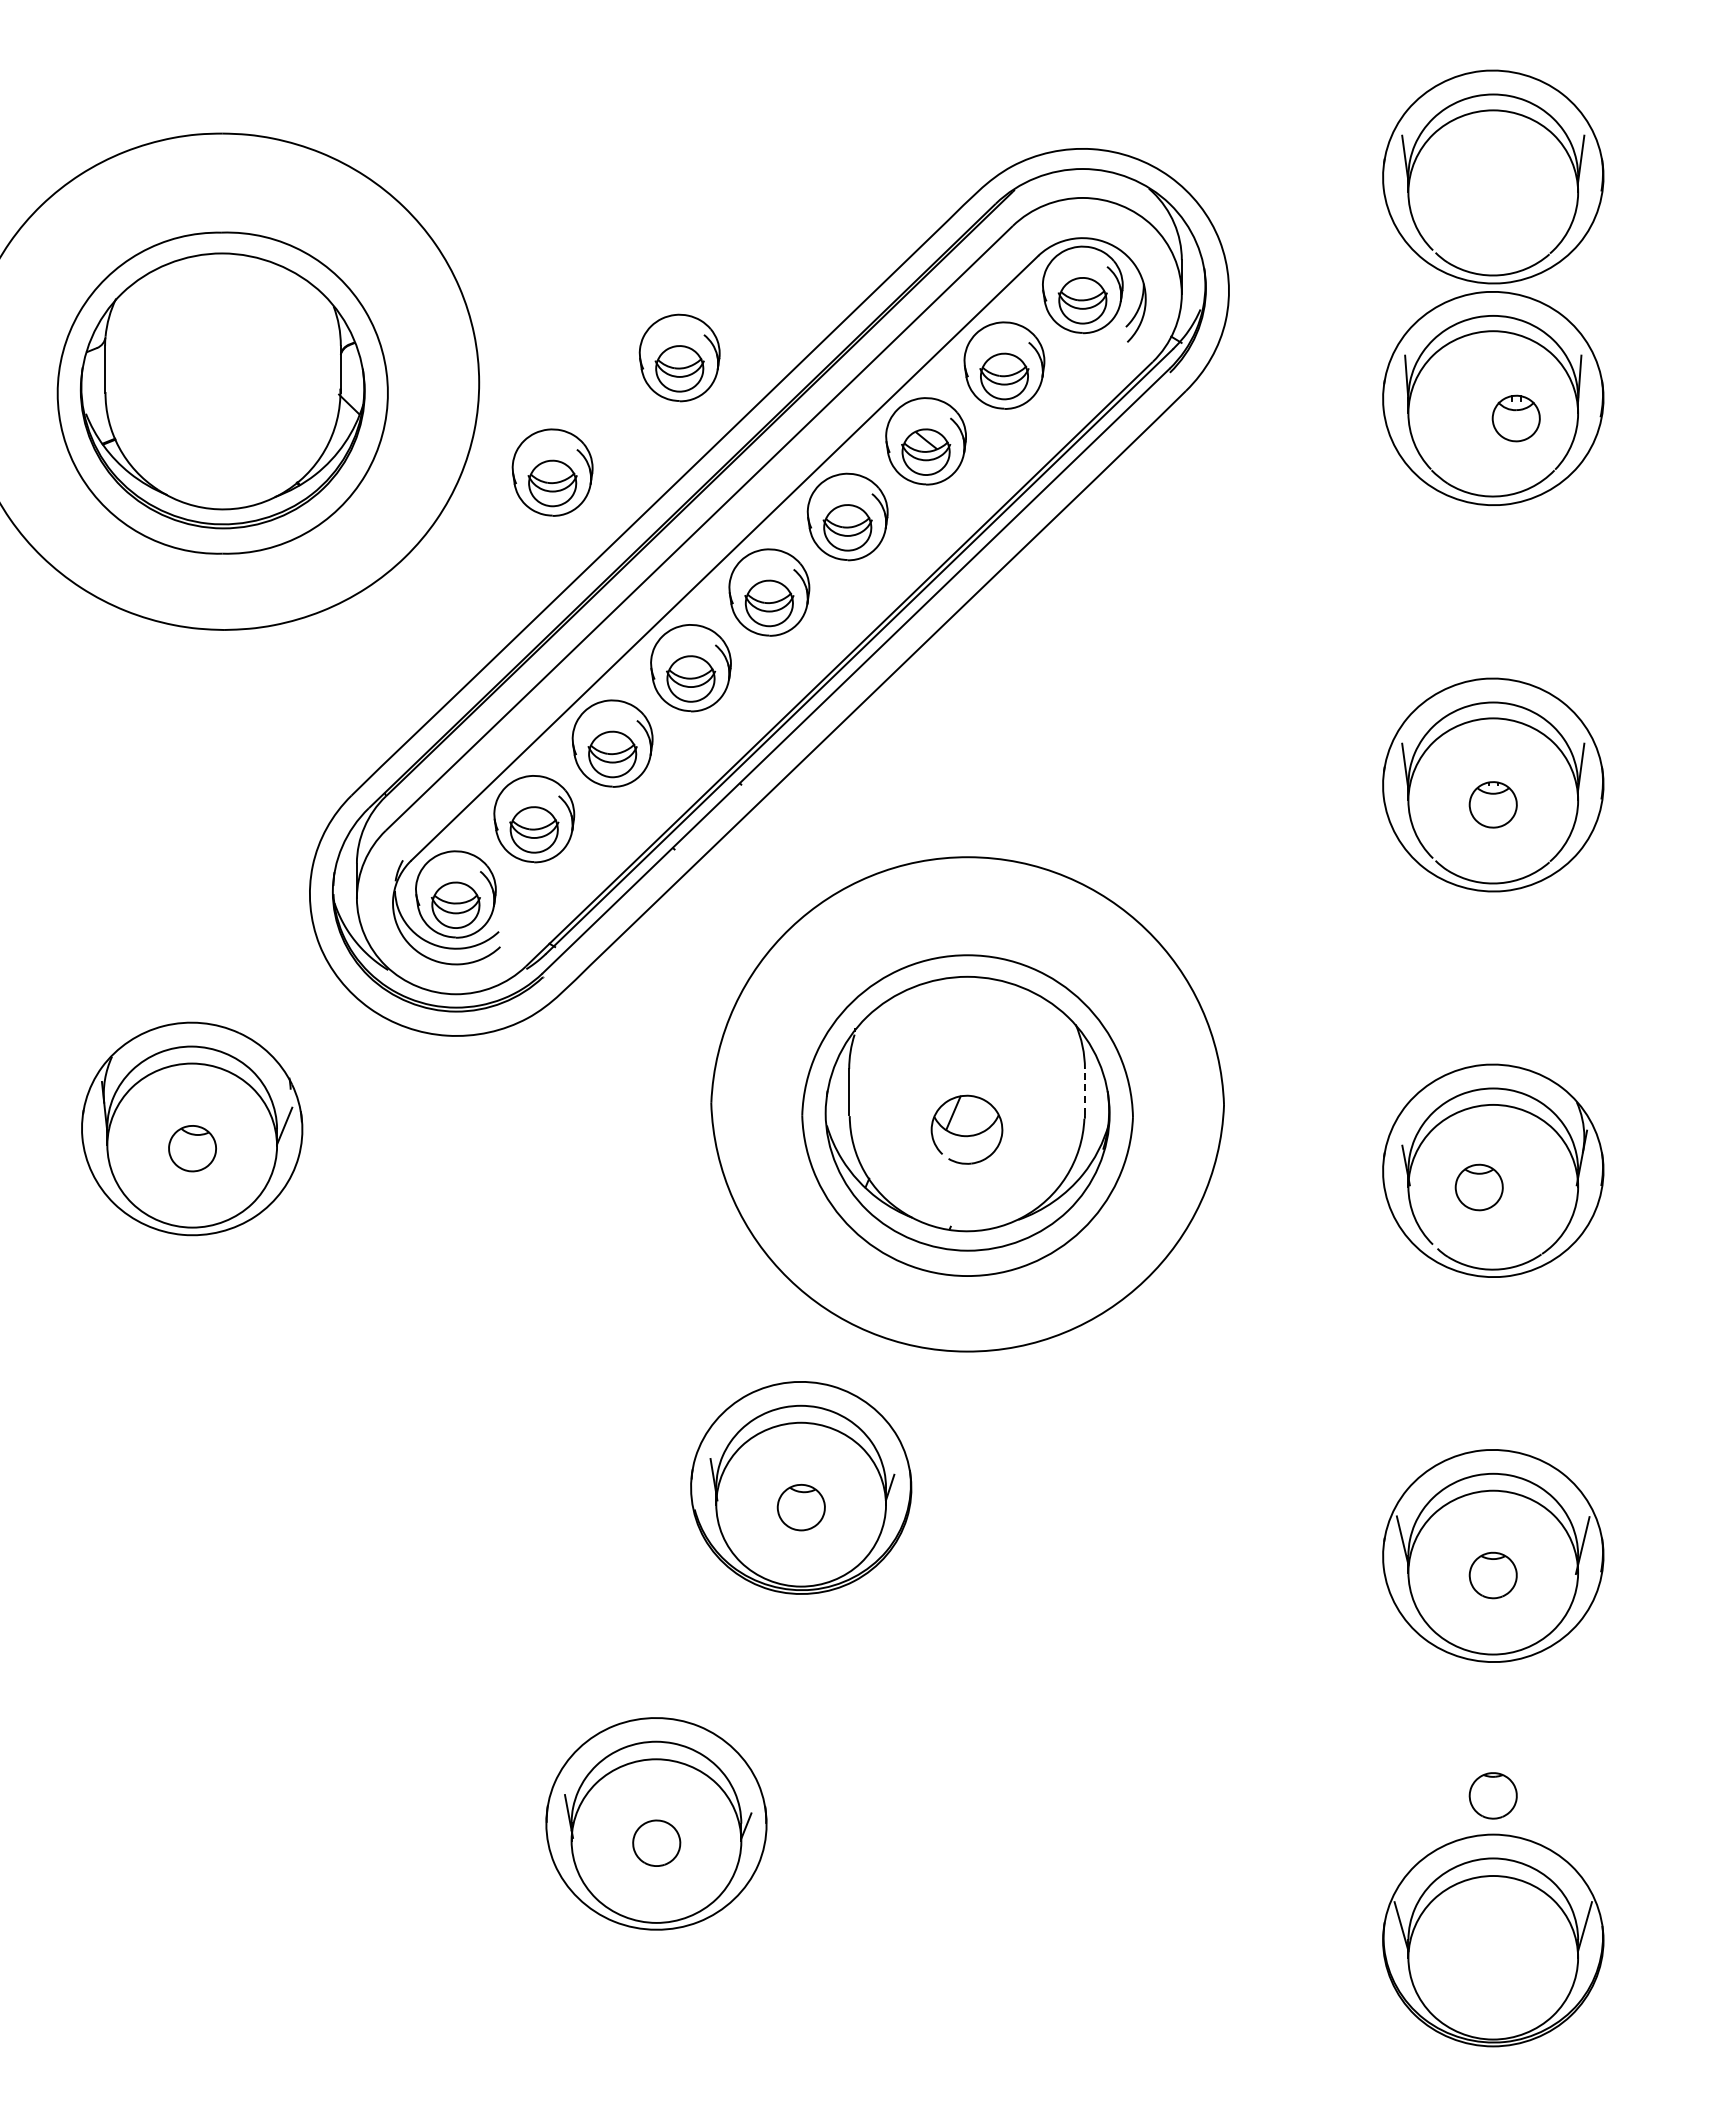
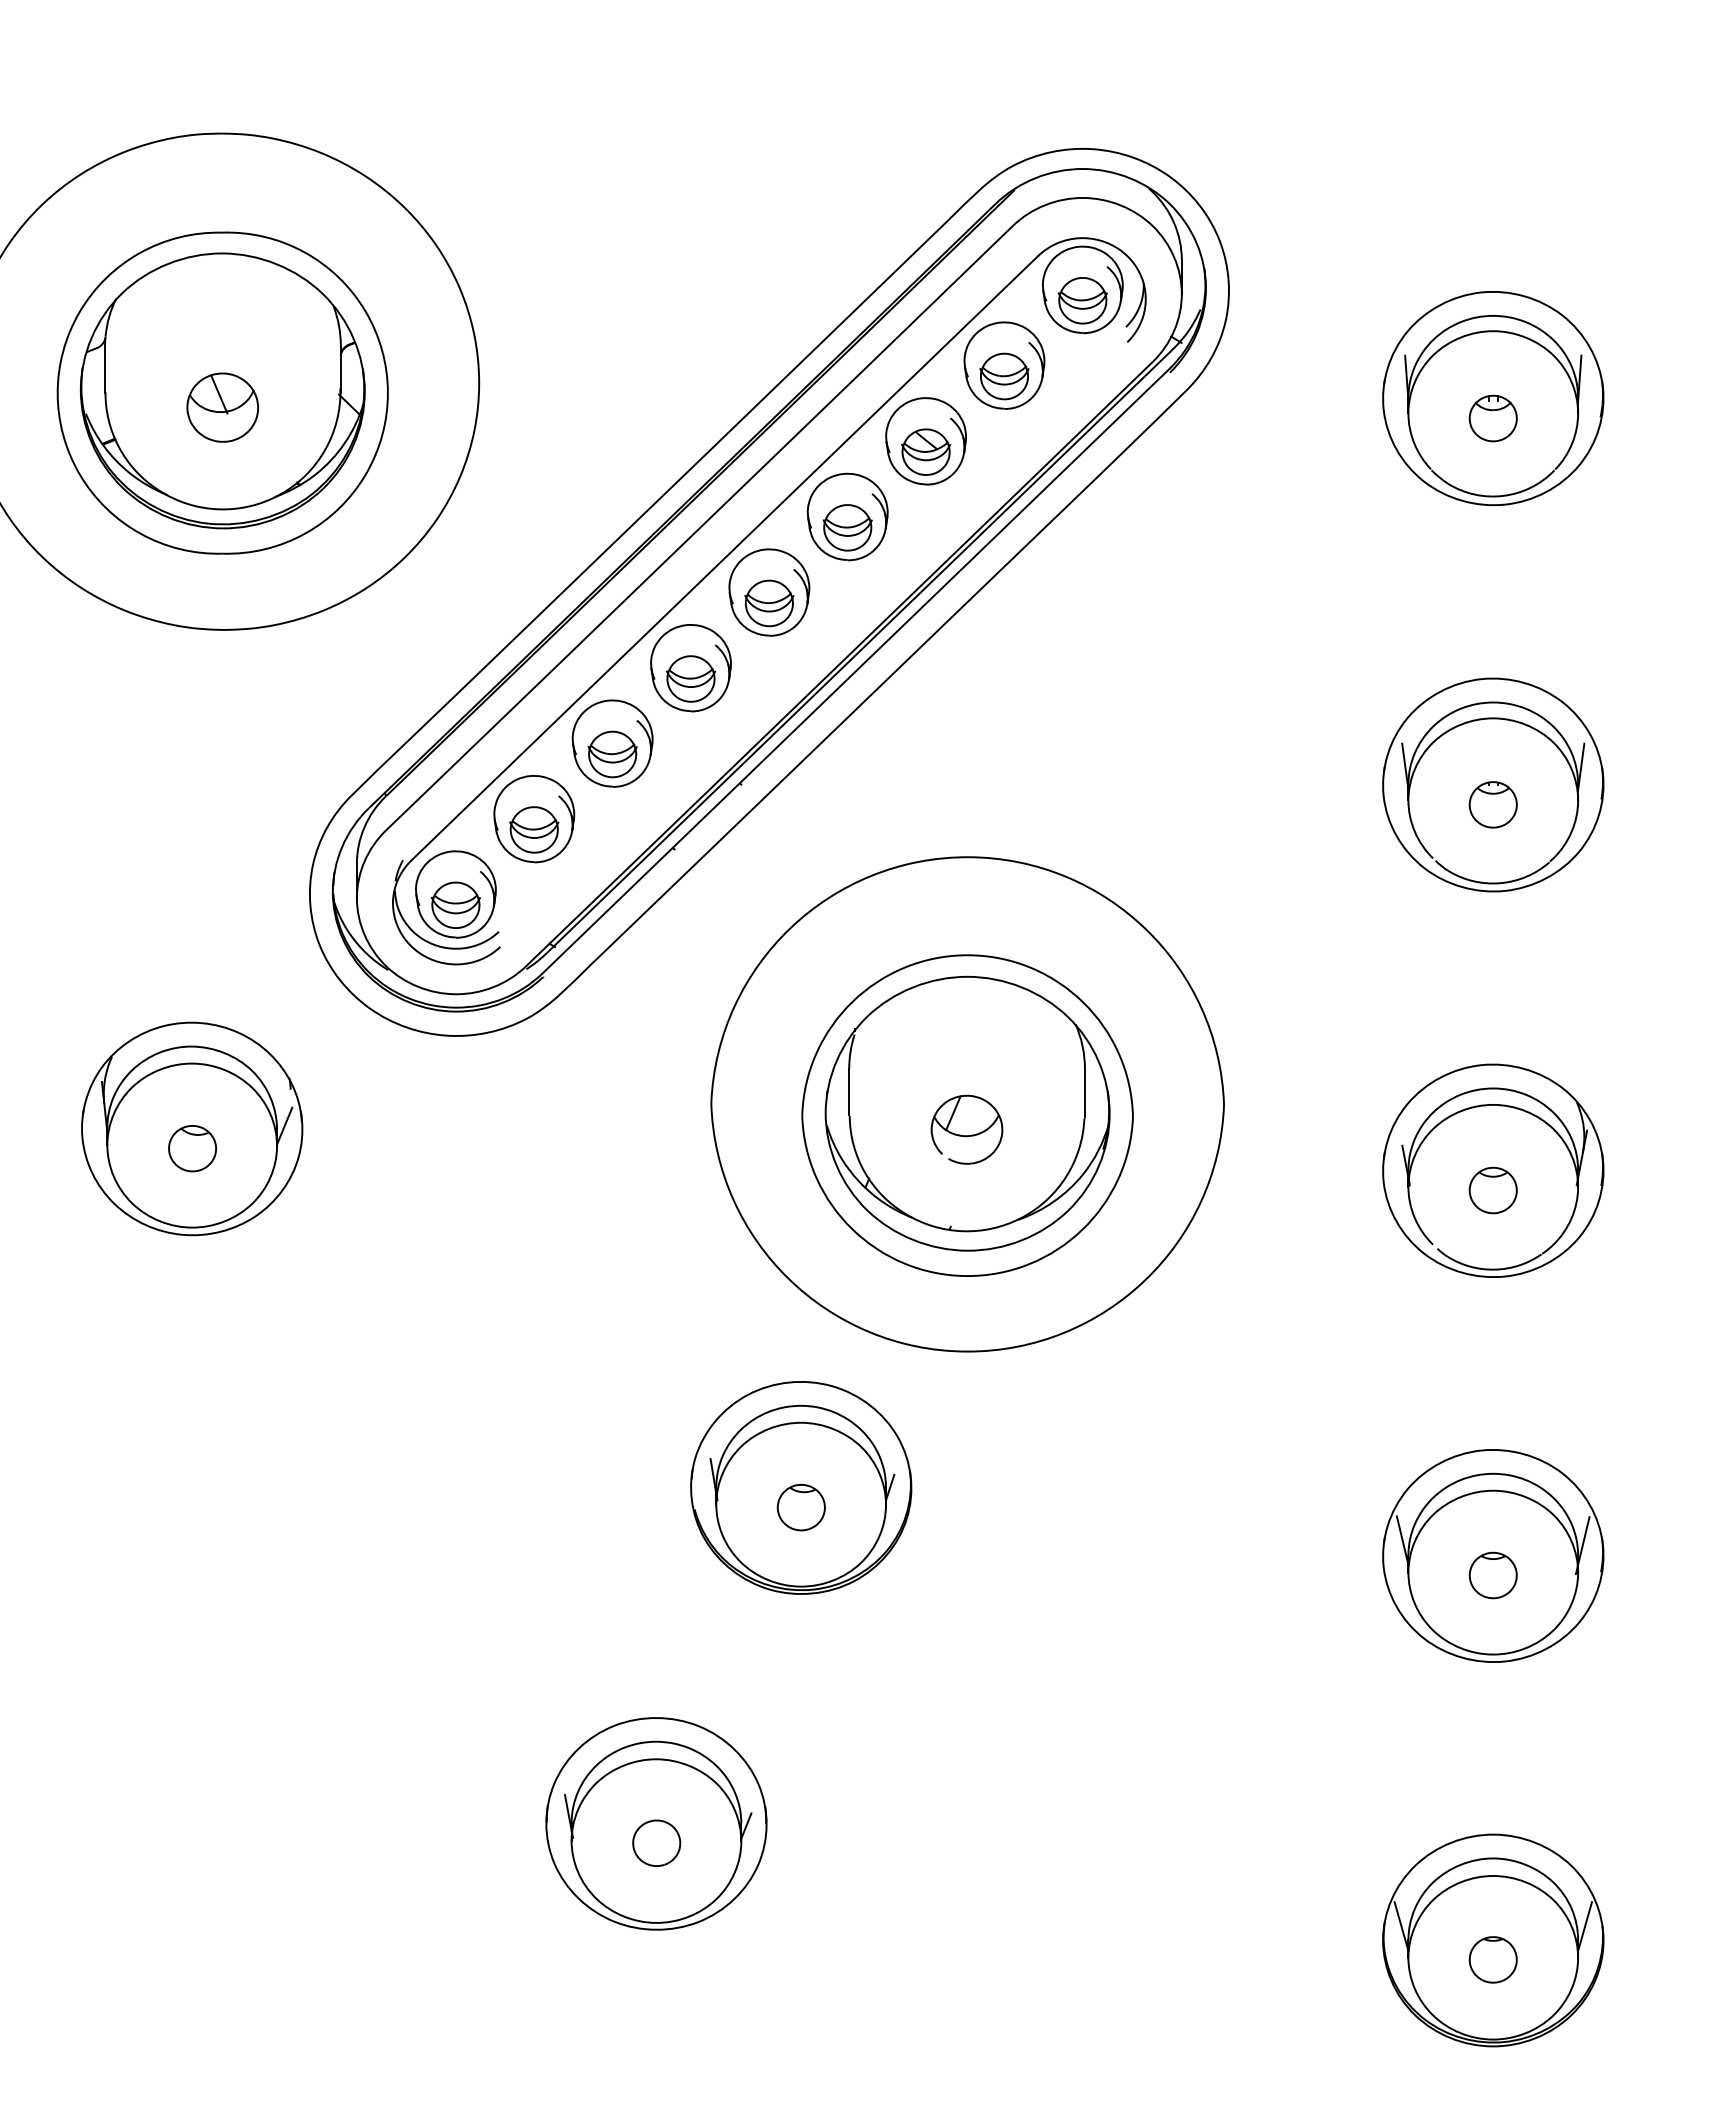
part at (1493, 176): present -> none
part at (679, 357): present -> none
part at (222, 407): none -> present
part at (1515, 418) position: (1515, 418) -> (1492, 418)
part at (552, 472): present -> none
line at (1084, 1091): dashed -> solid
part at (1478, 1187) position: (1478, 1187) -> (1492, 1190)
part at (1492, 1795) position: (1492, 1795) -> (1492, 1959)
